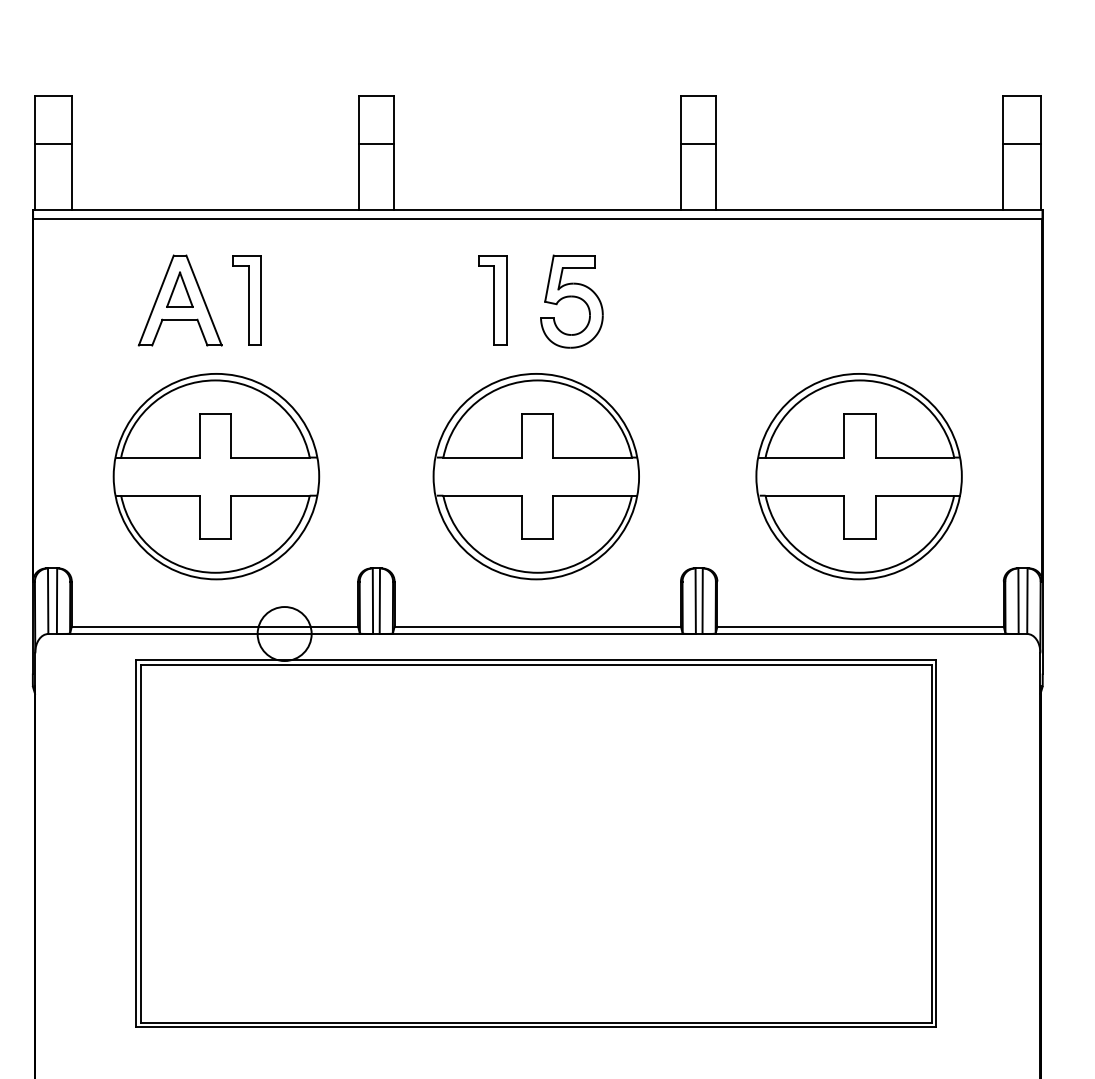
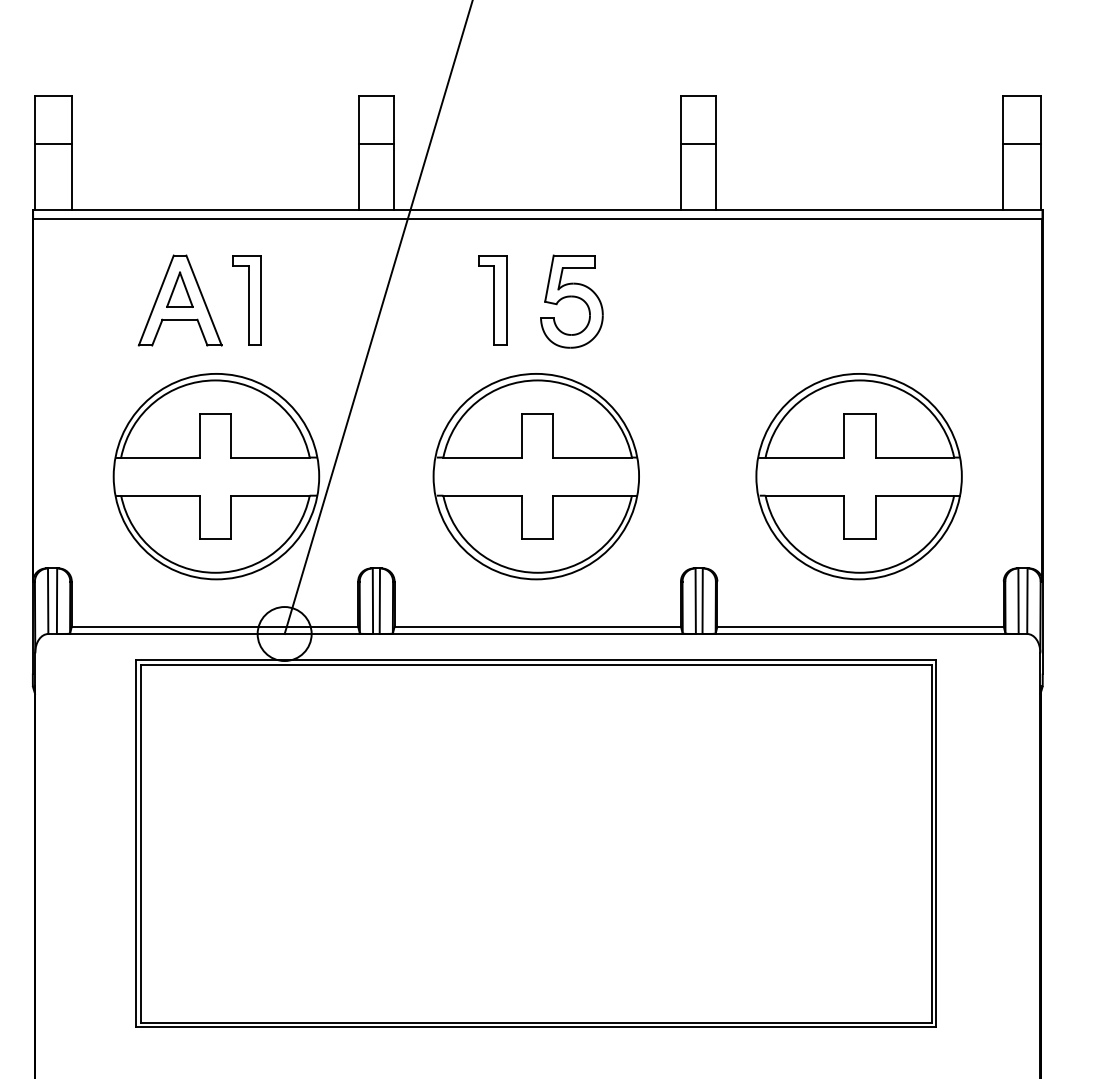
line at (378, 318): none -> present
